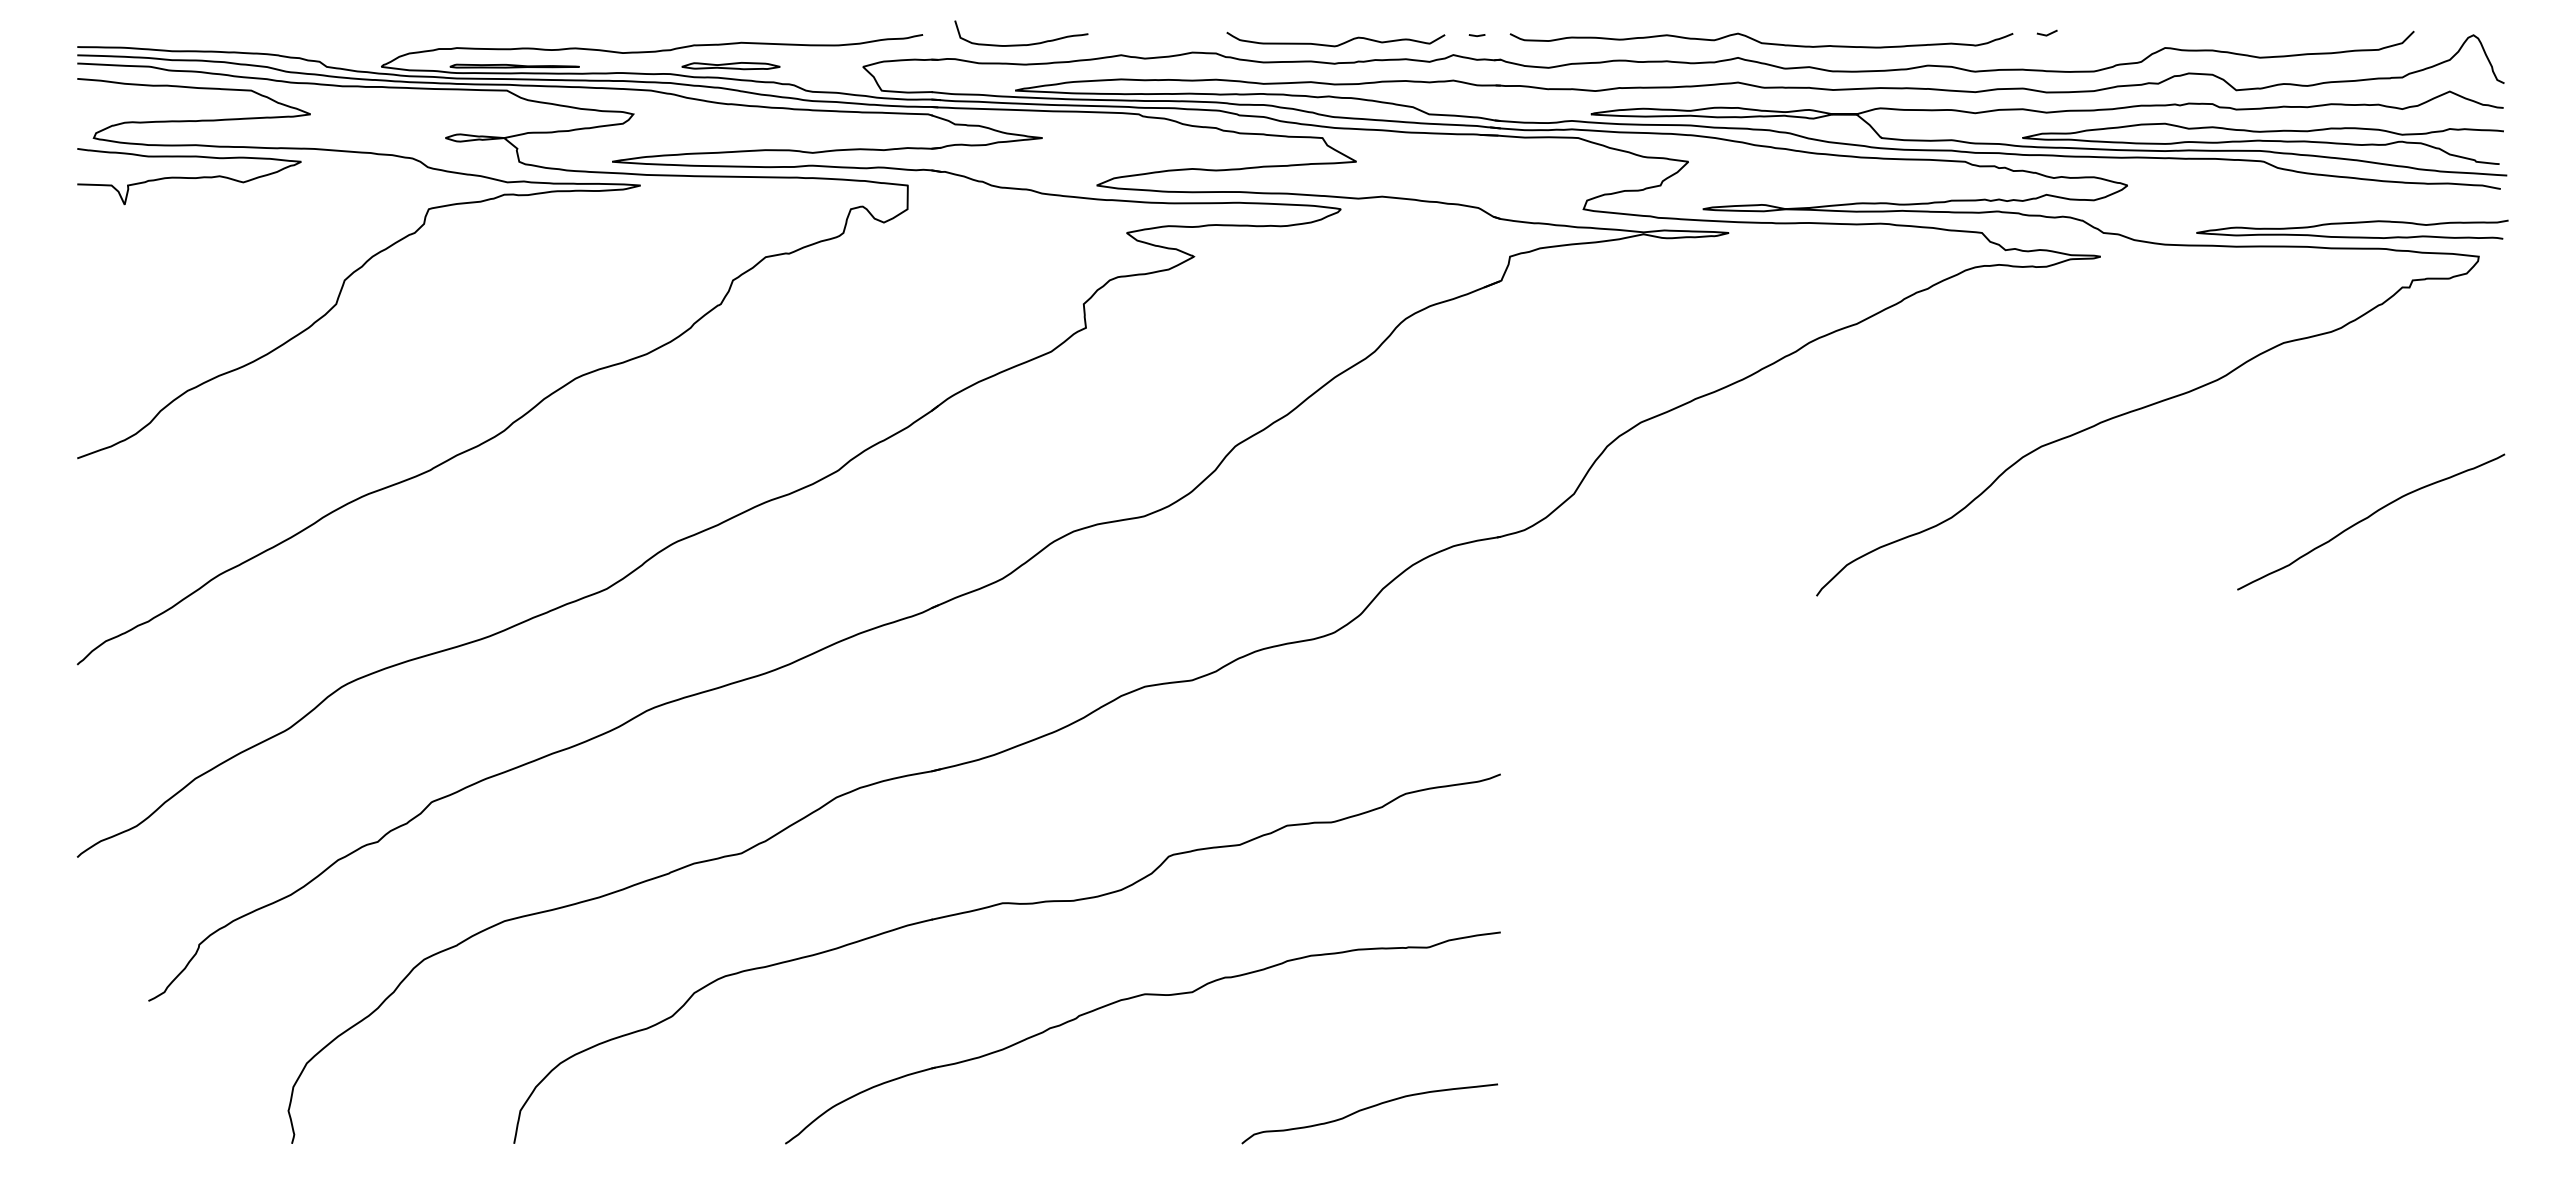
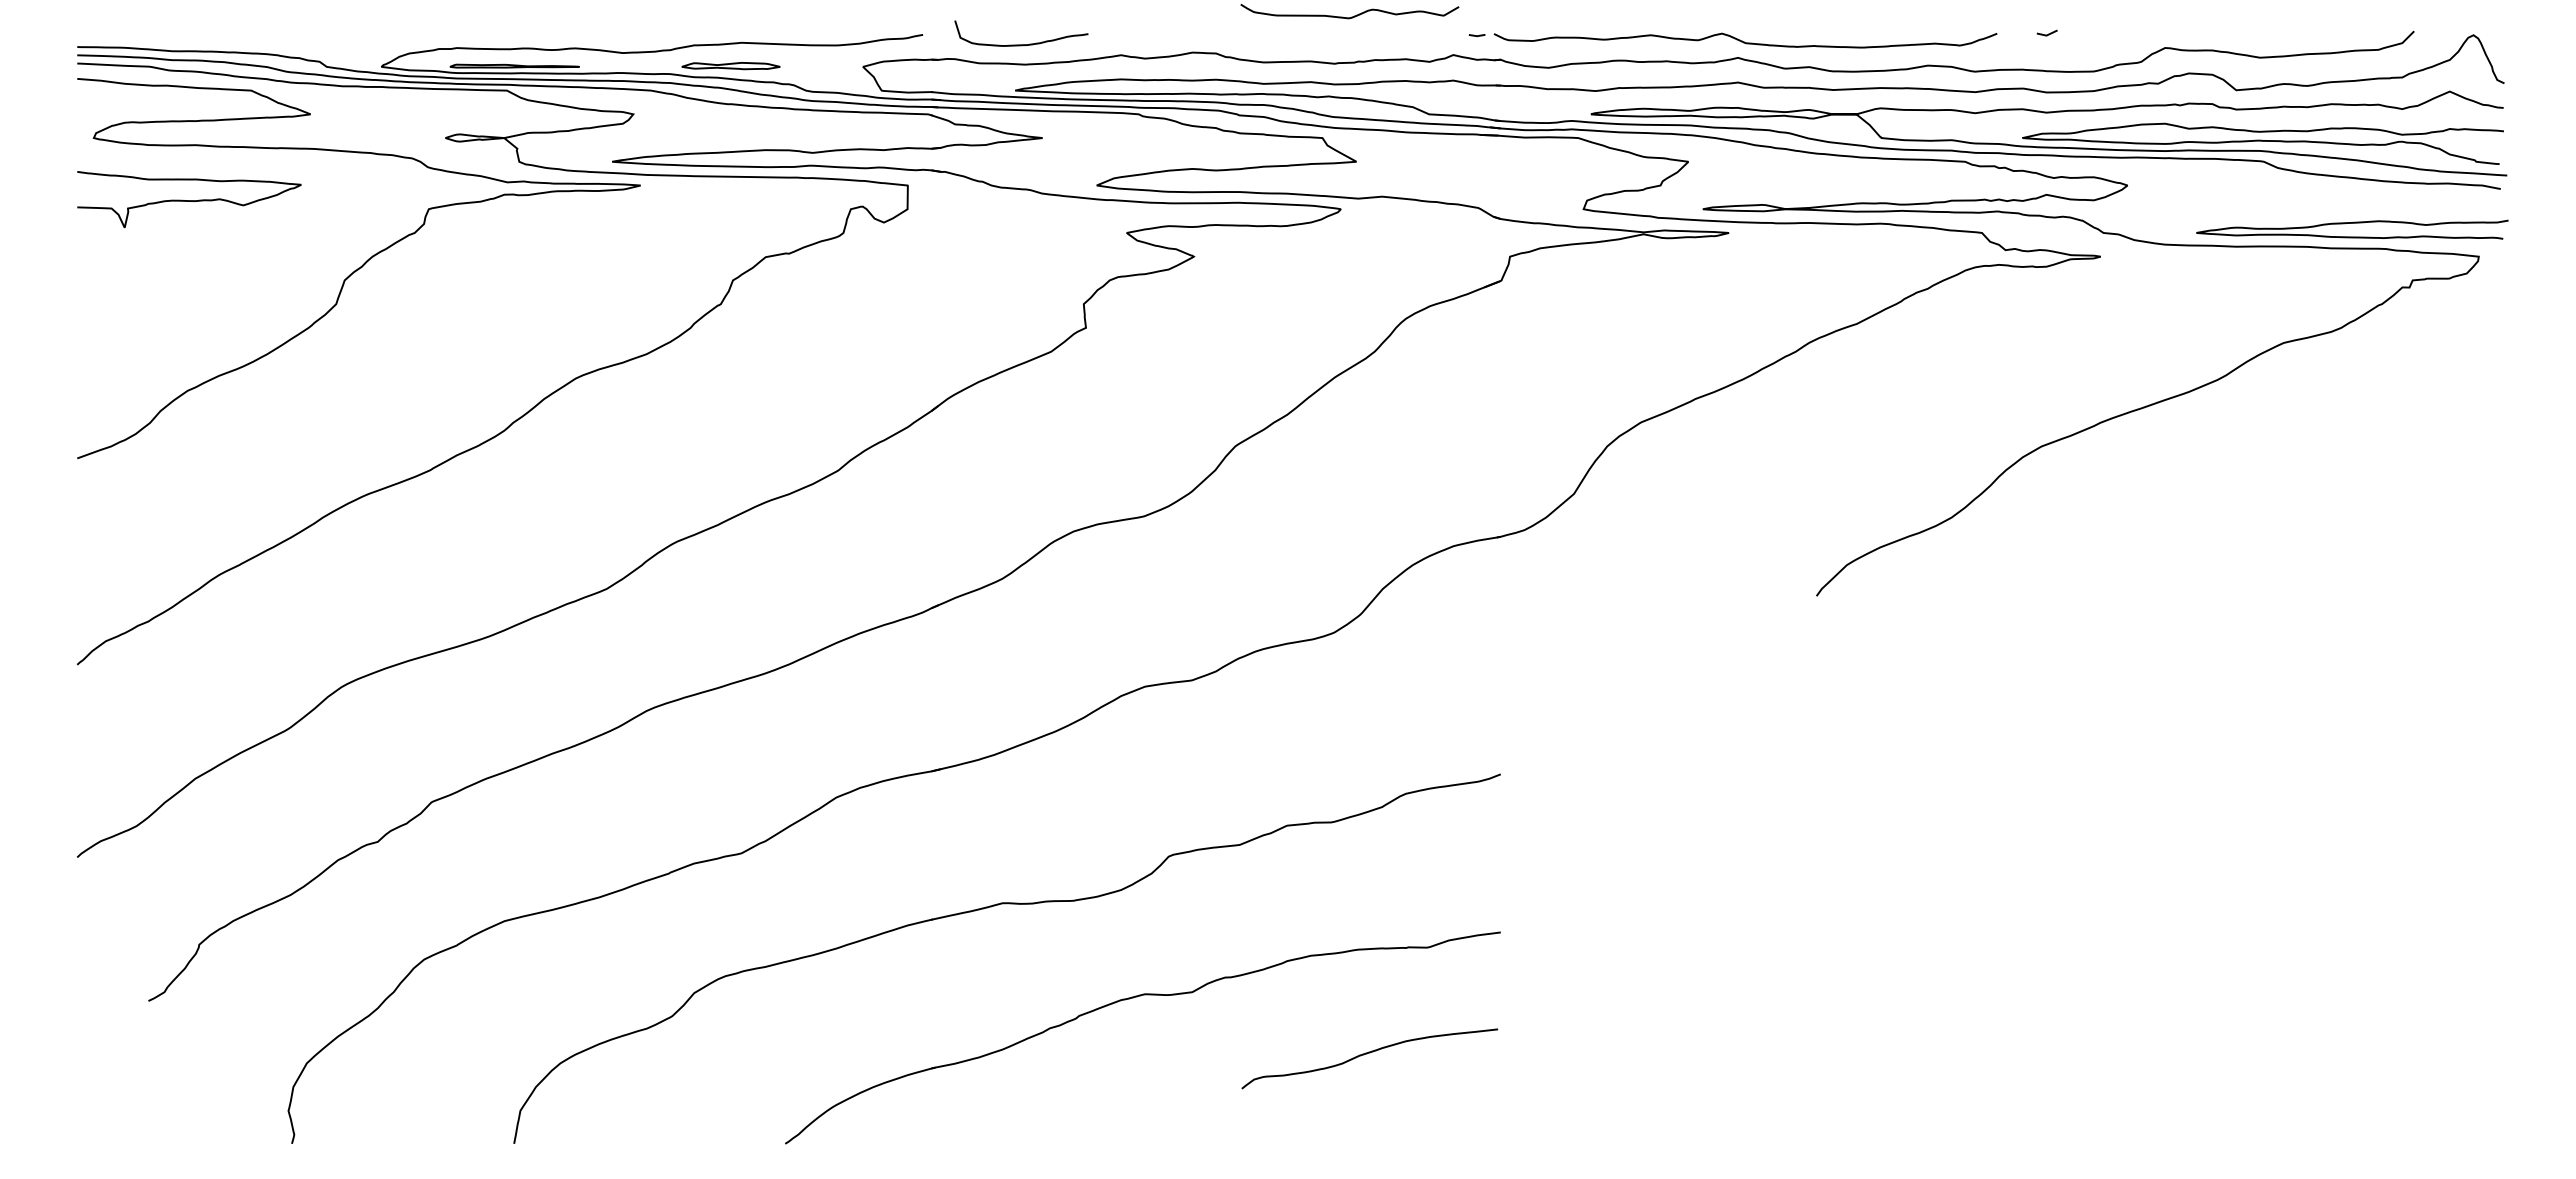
curve at (1760, 41) position: (1760, 41) -> (1744, 41)
curve at (1337, 44) position: (1337, 44) -> (1351, 16)
curve at (189, 177) position: (189, 177) -> (189, 200)
curve at (2368, 518): present -> none
curve at (1367, 1109) position: (1367, 1109) -> (1367, 1054)
